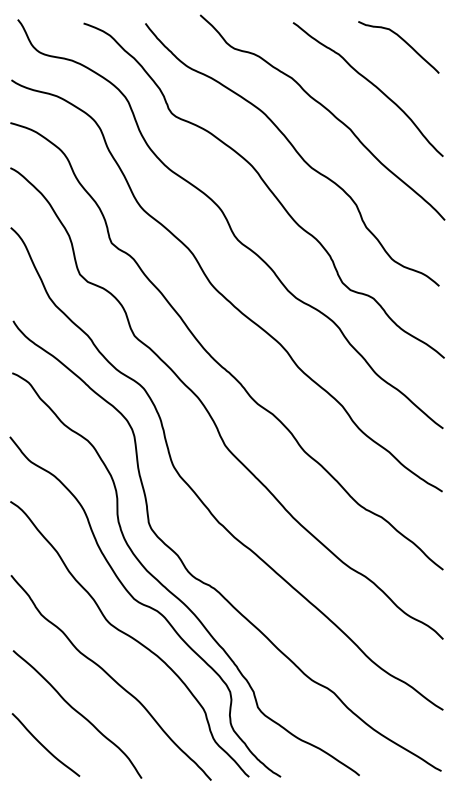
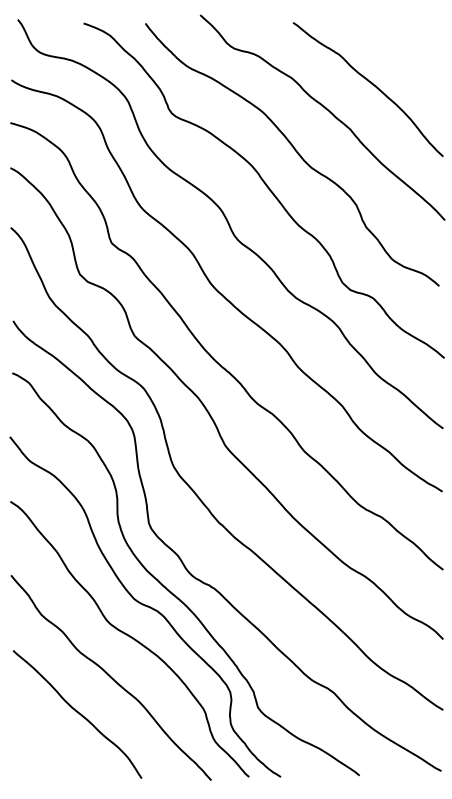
curve at (403, 41): present -> none
curve at (43, 745): present -> none
